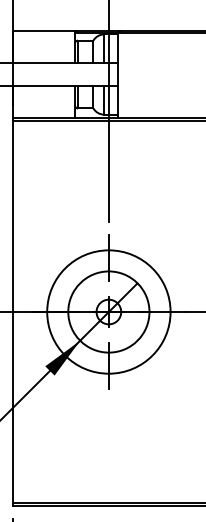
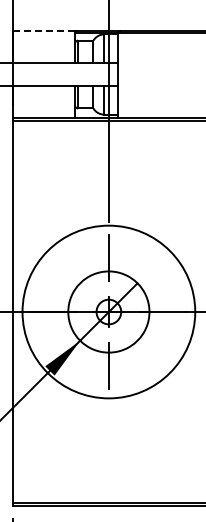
line at (44, 31): solid -> dashed
circle at (108, 311) diameter: 123 px -> 173 px
